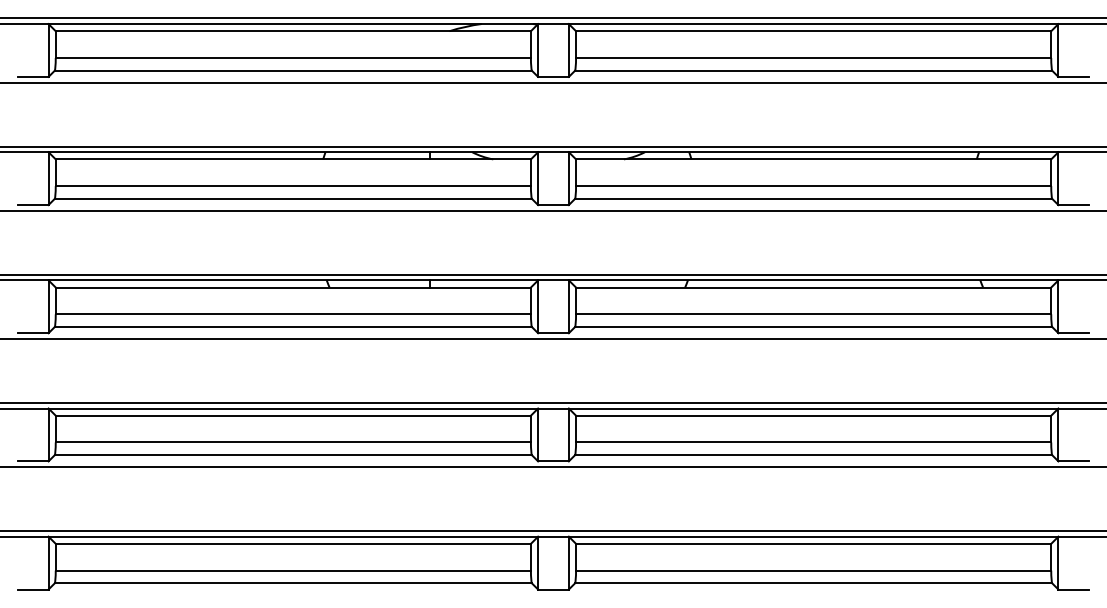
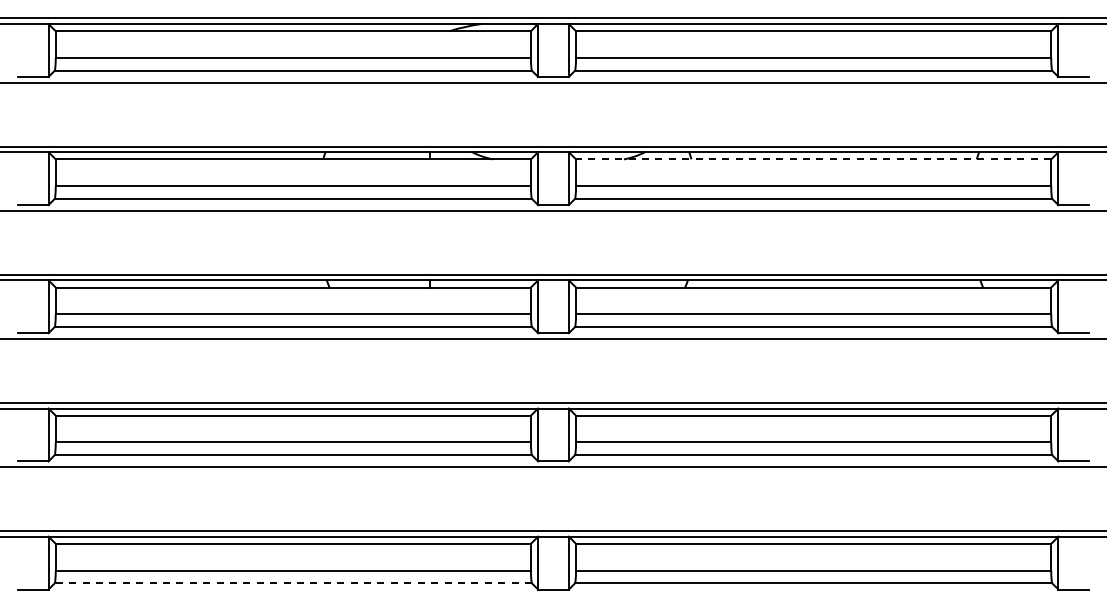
line at (813, 159): solid -> dashed
line at (293, 583): solid -> dashed
